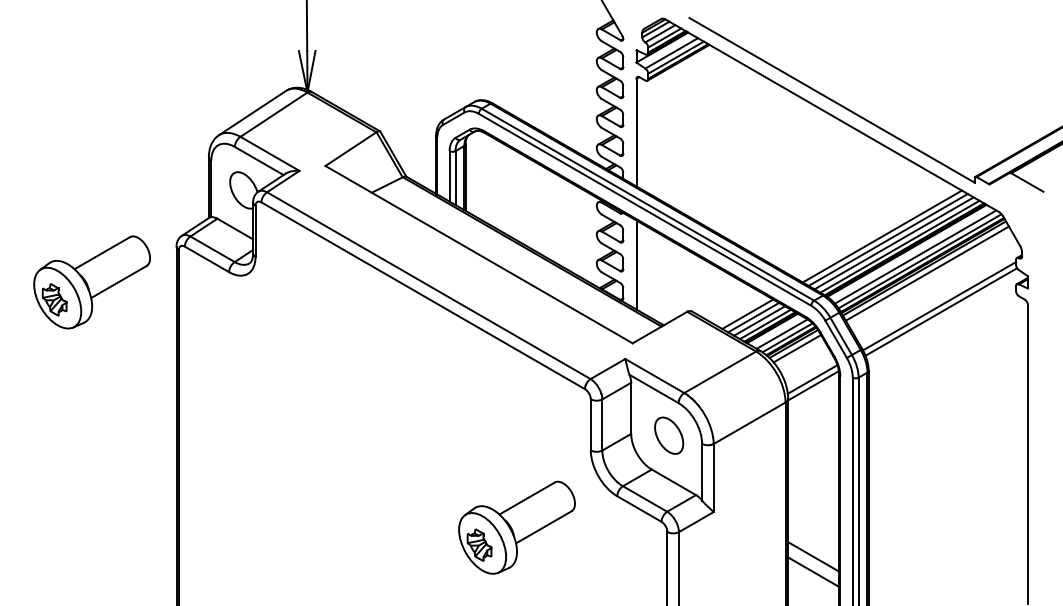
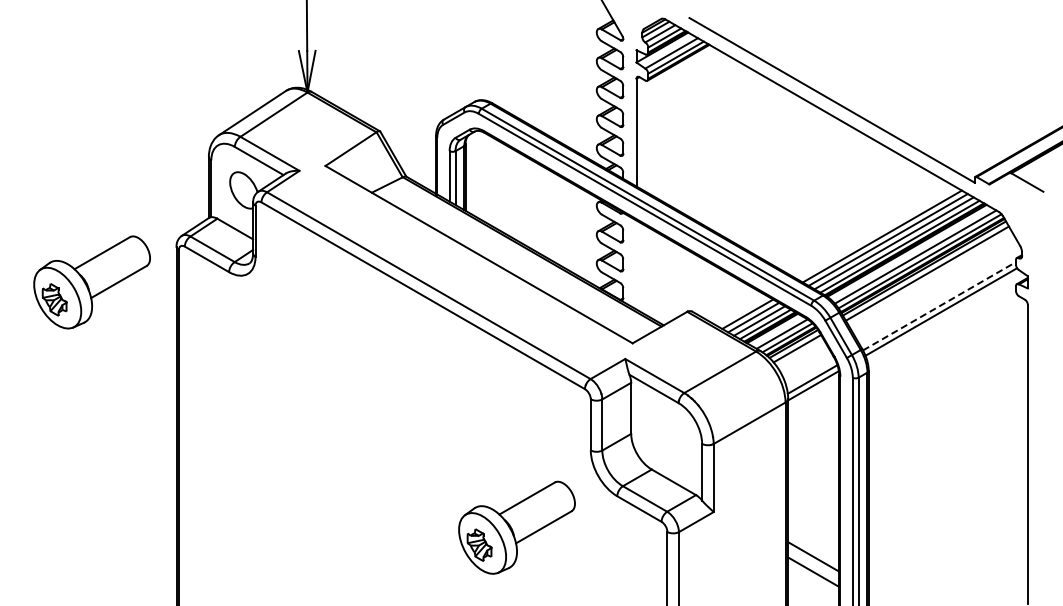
line at (636, 264): present -> none
line at (939, 305): solid -> dashed
part at (669, 435): present -> none
